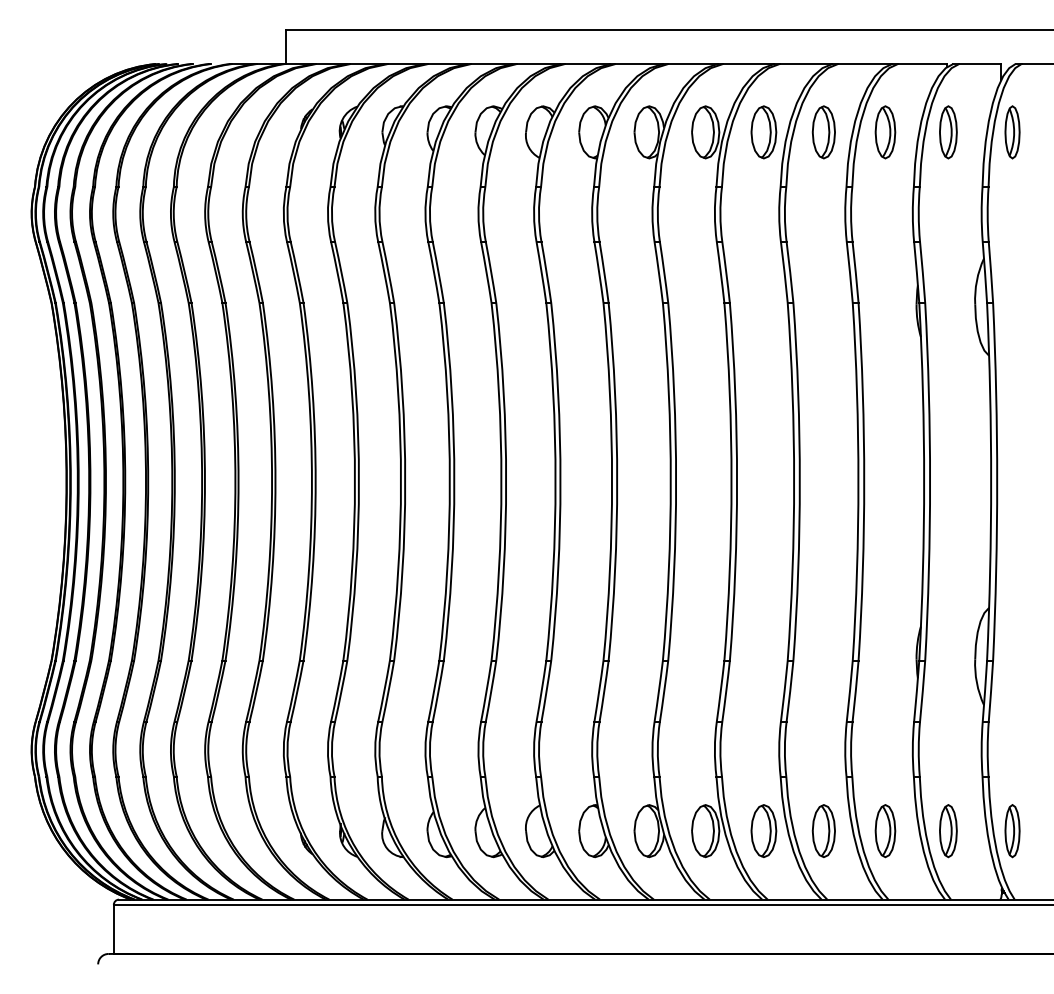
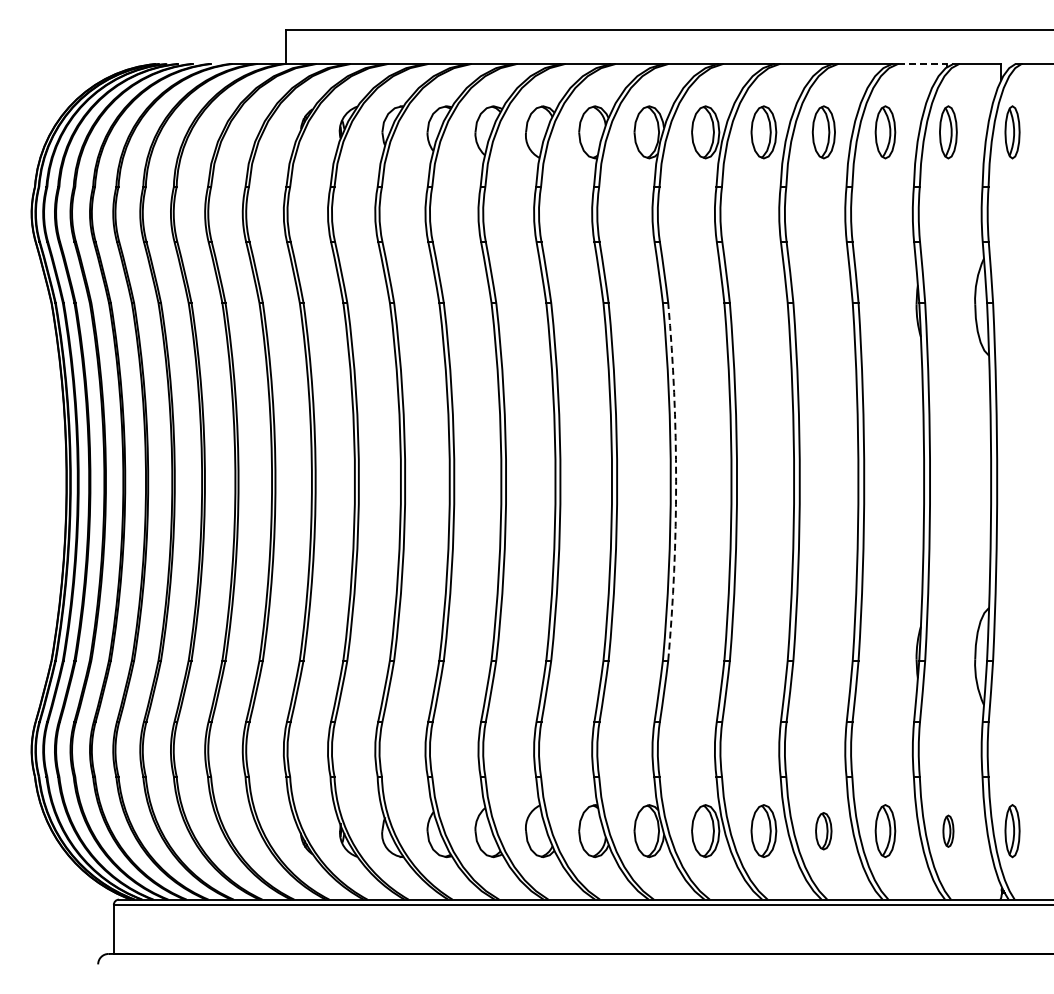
line at (922, 64): solid -> dashed
arc at (676, 481): solid -> dashed
part at (823, 831) size: 25x55 px -> 18x39 px
part at (948, 831) size: 19x55 px -> 13x34 px
